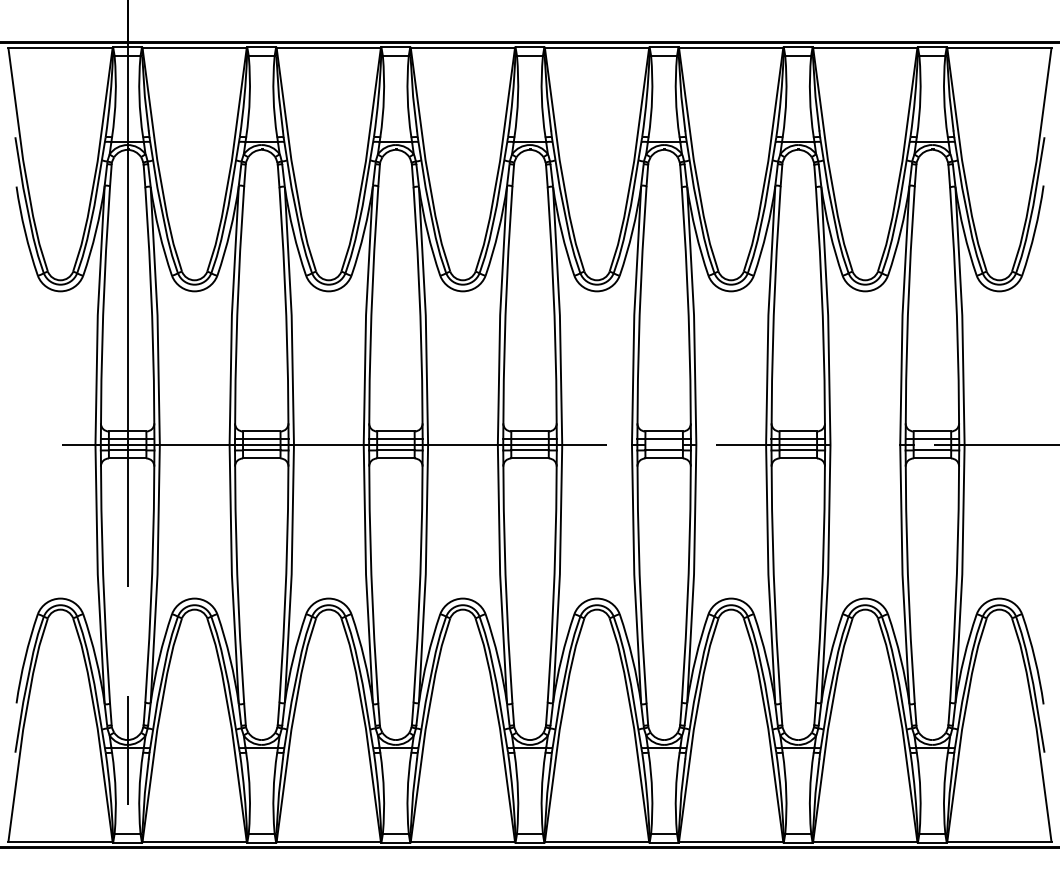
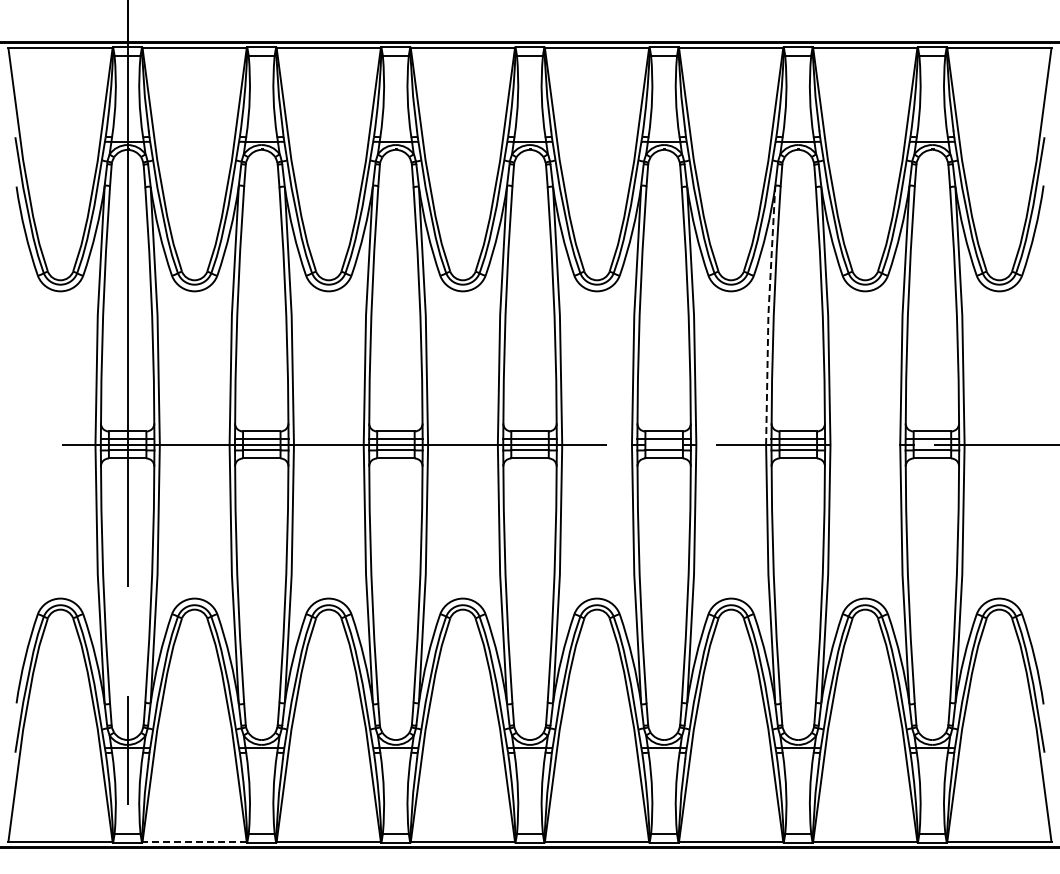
line at (768, 315): solid -> dashed
line at (194, 842): solid -> dashed
